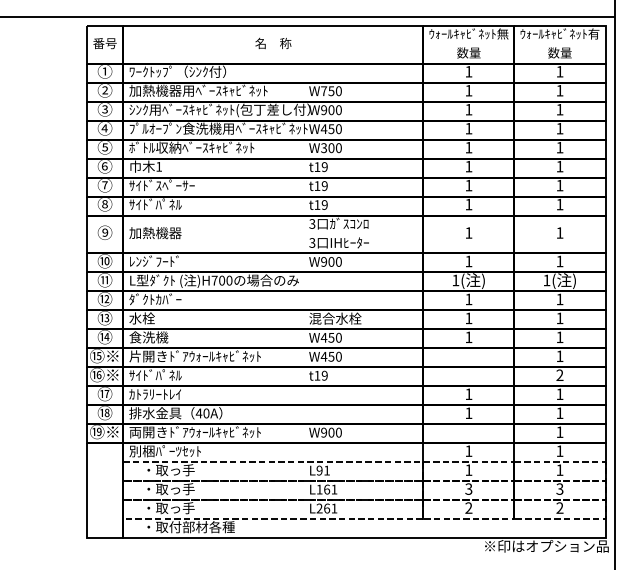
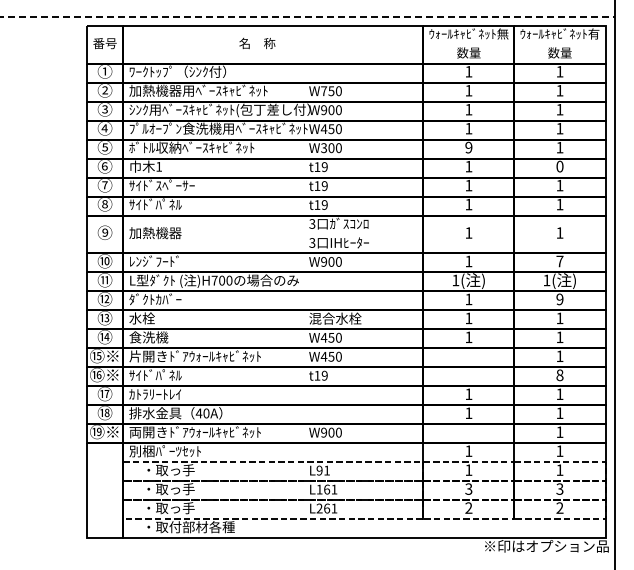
line at (308, 17): solid -> dashed
text at (273, 43) position: (273, 43) -> (257, 43)
text at (468, 147): 1 -> 9
text at (559, 166): 1 -> 0
text at (559, 261): 1 -> 7
text at (559, 299): 1 -> 9
text at (559, 375): 2 -> 8
